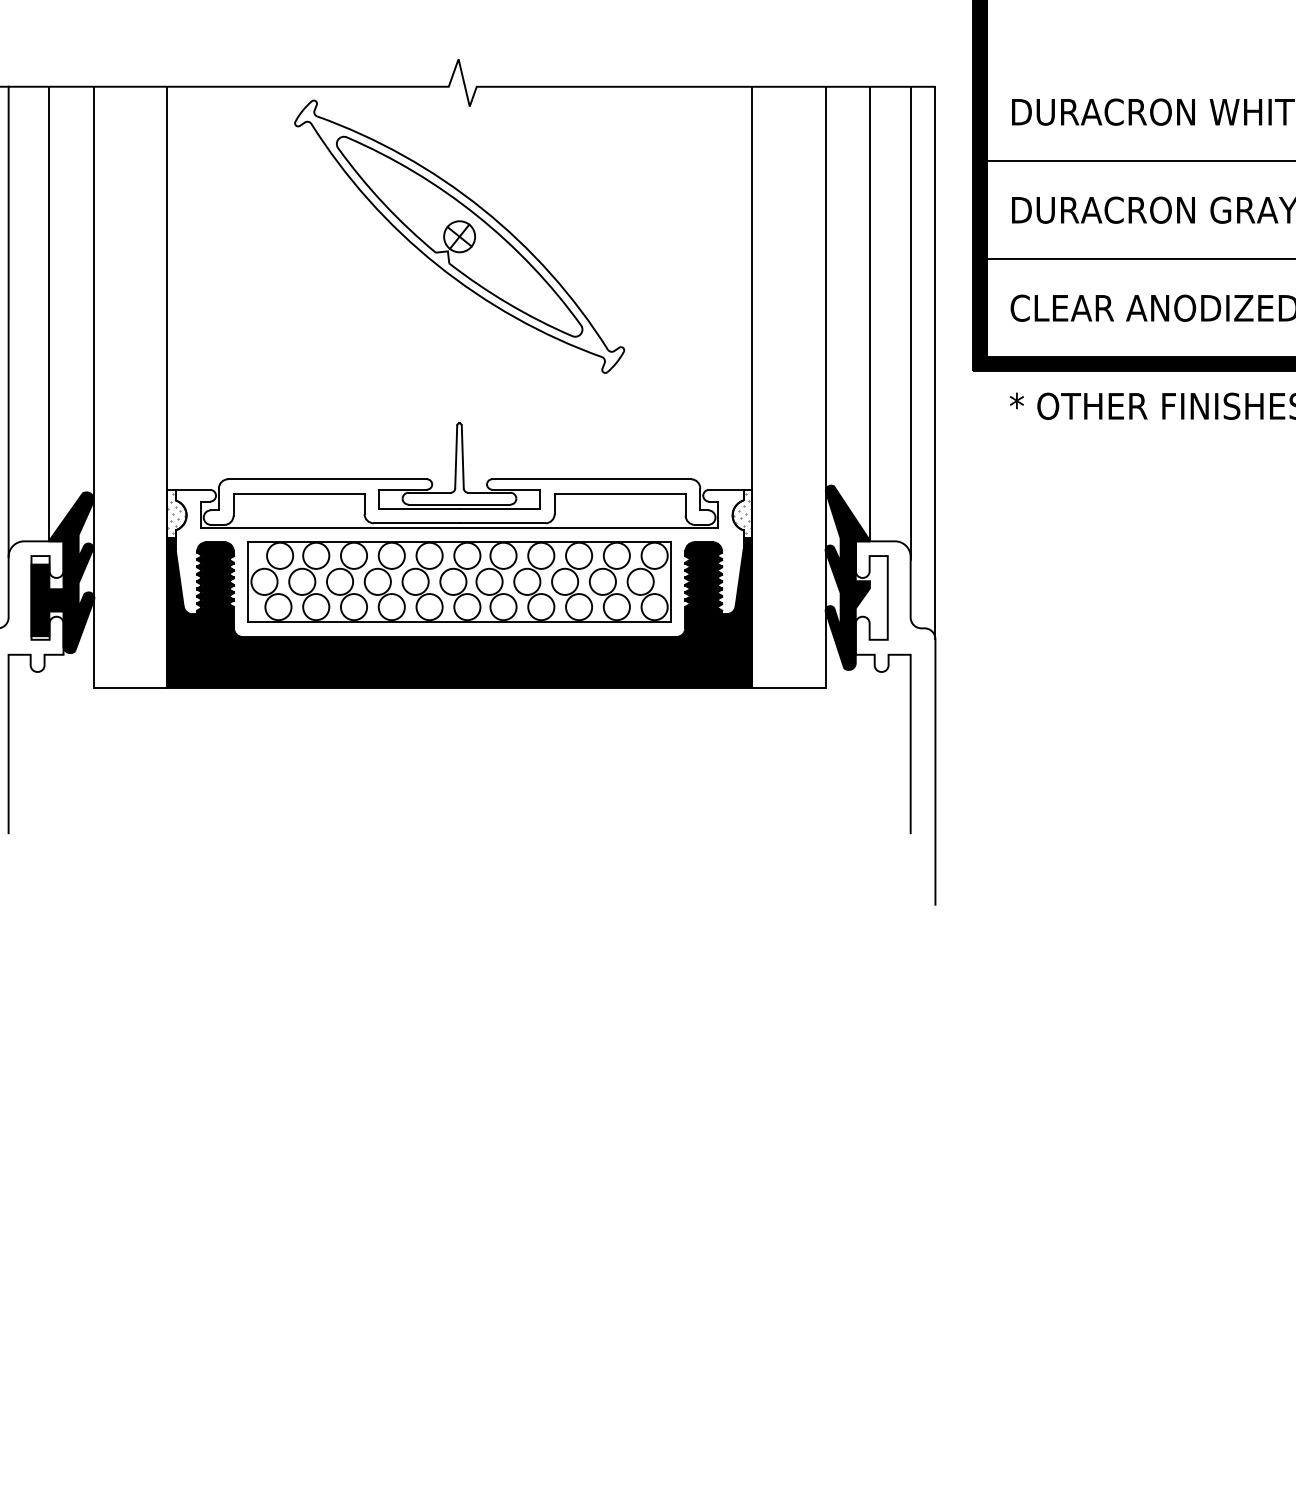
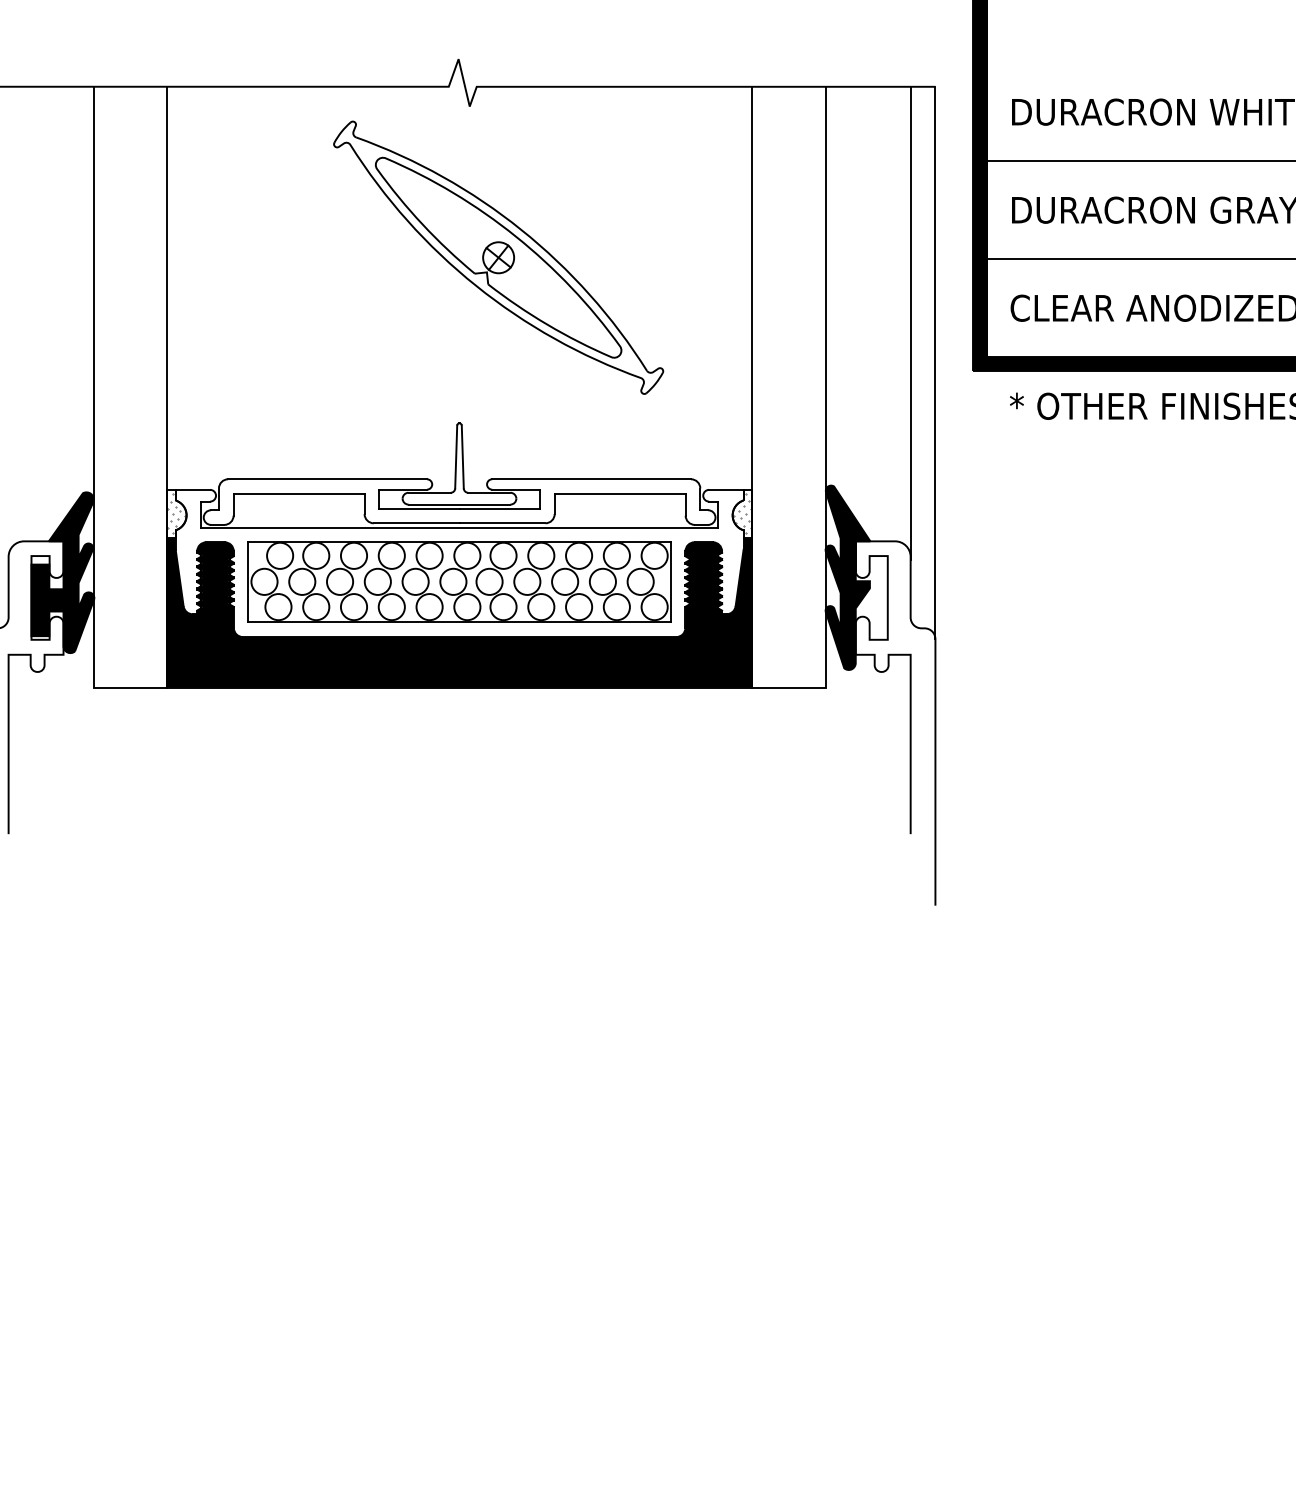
part at (459, 236) position: (459, 236) -> (498, 257)
line at (48, 313): present -> none
line at (870, 313): present -> none
line at (8, 321): present -> none
